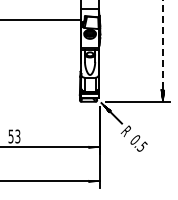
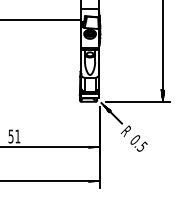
line at (162, 50): dashed -> solid
text at (17, 136): 53 -> 51
